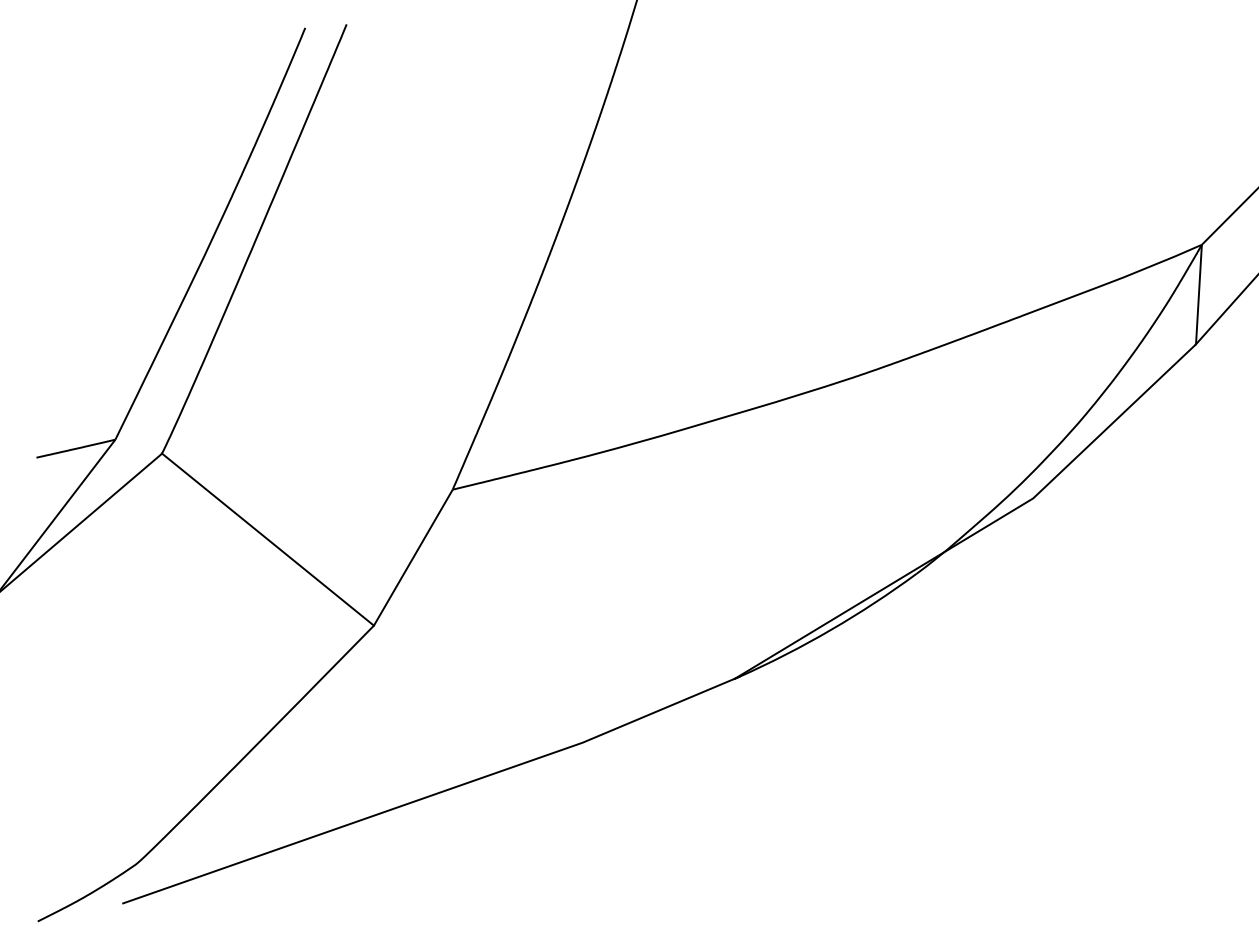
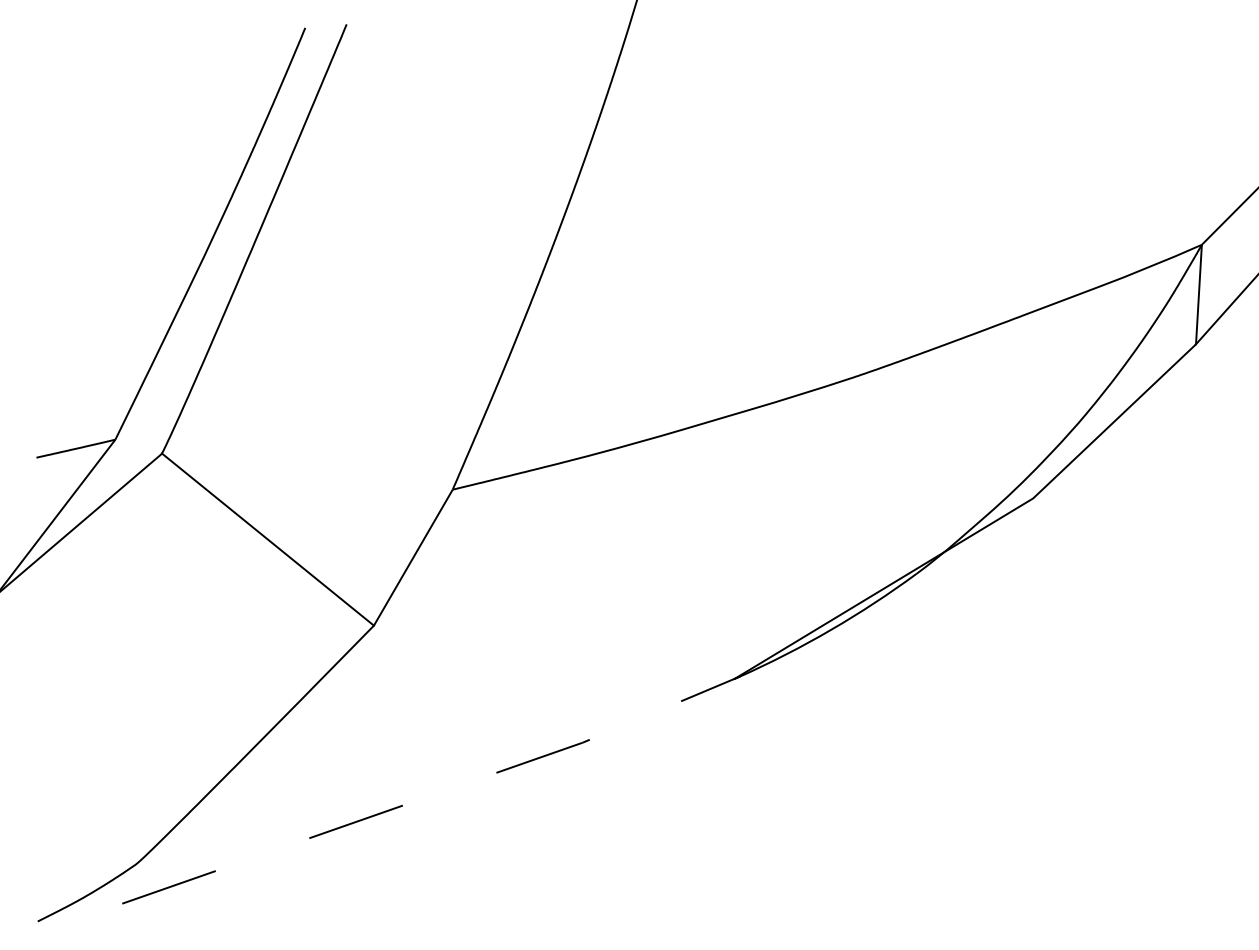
line at (433, 794): solid -> dashed
